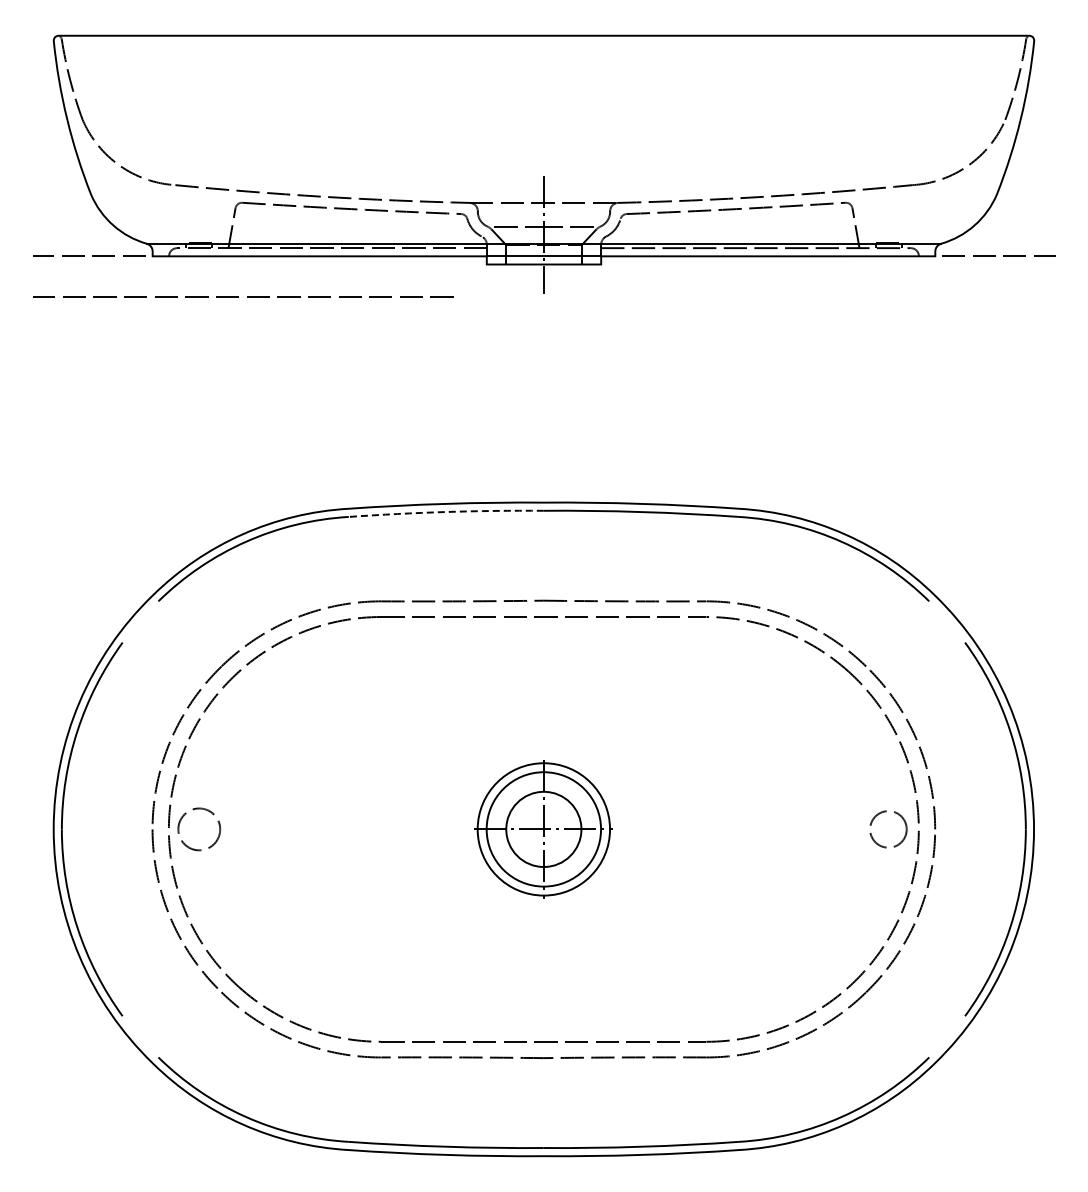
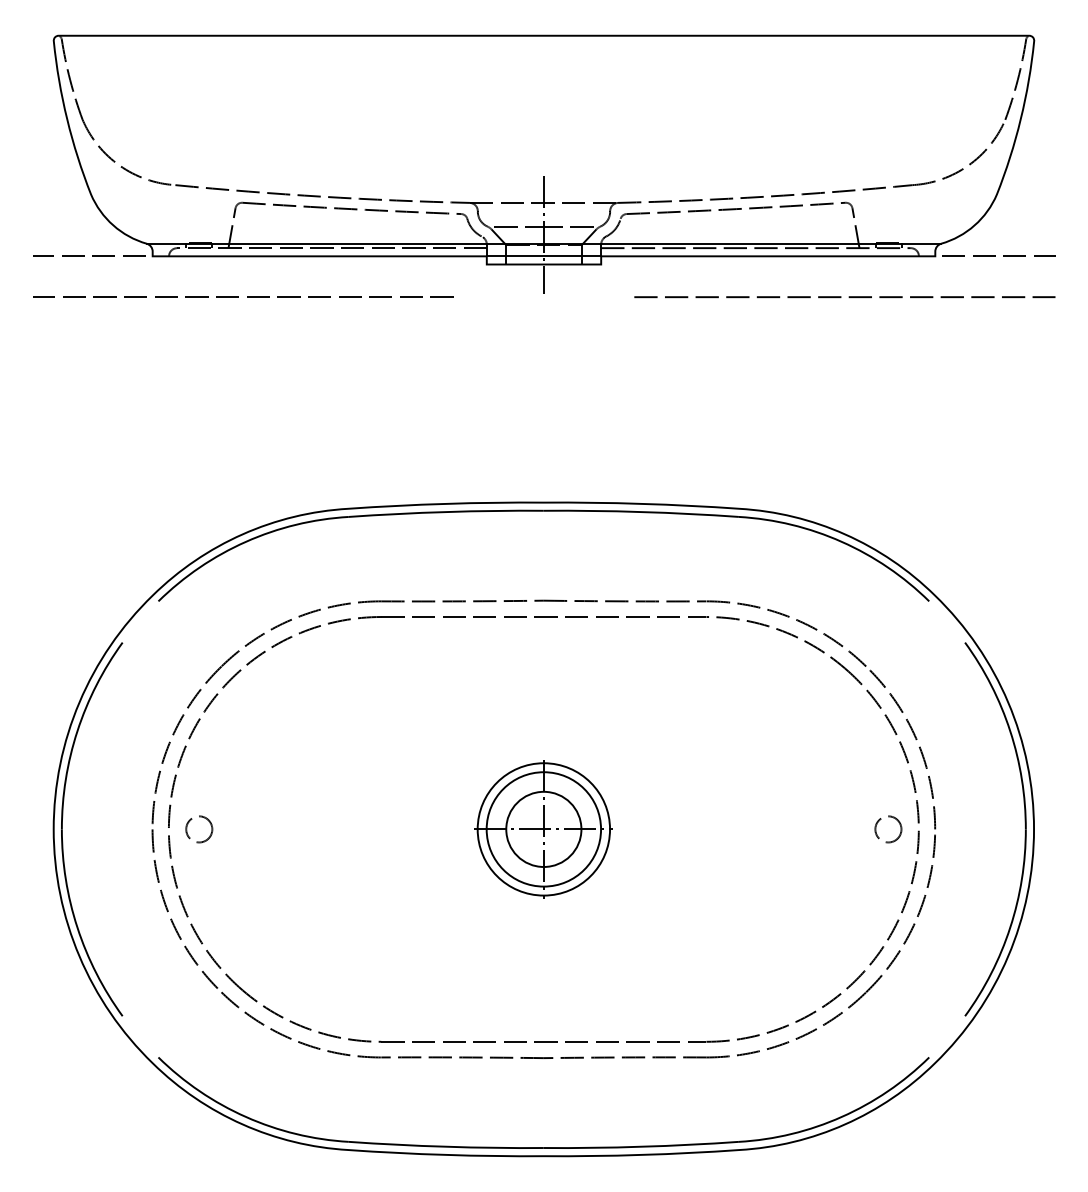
line at (841, 297): none -> present
arc at (446, 512): dashed -> solid
circle at (199, 829) diameter: 42 px -> 26 px
circle at (888, 829) diameter: 37 px -> 26 px
